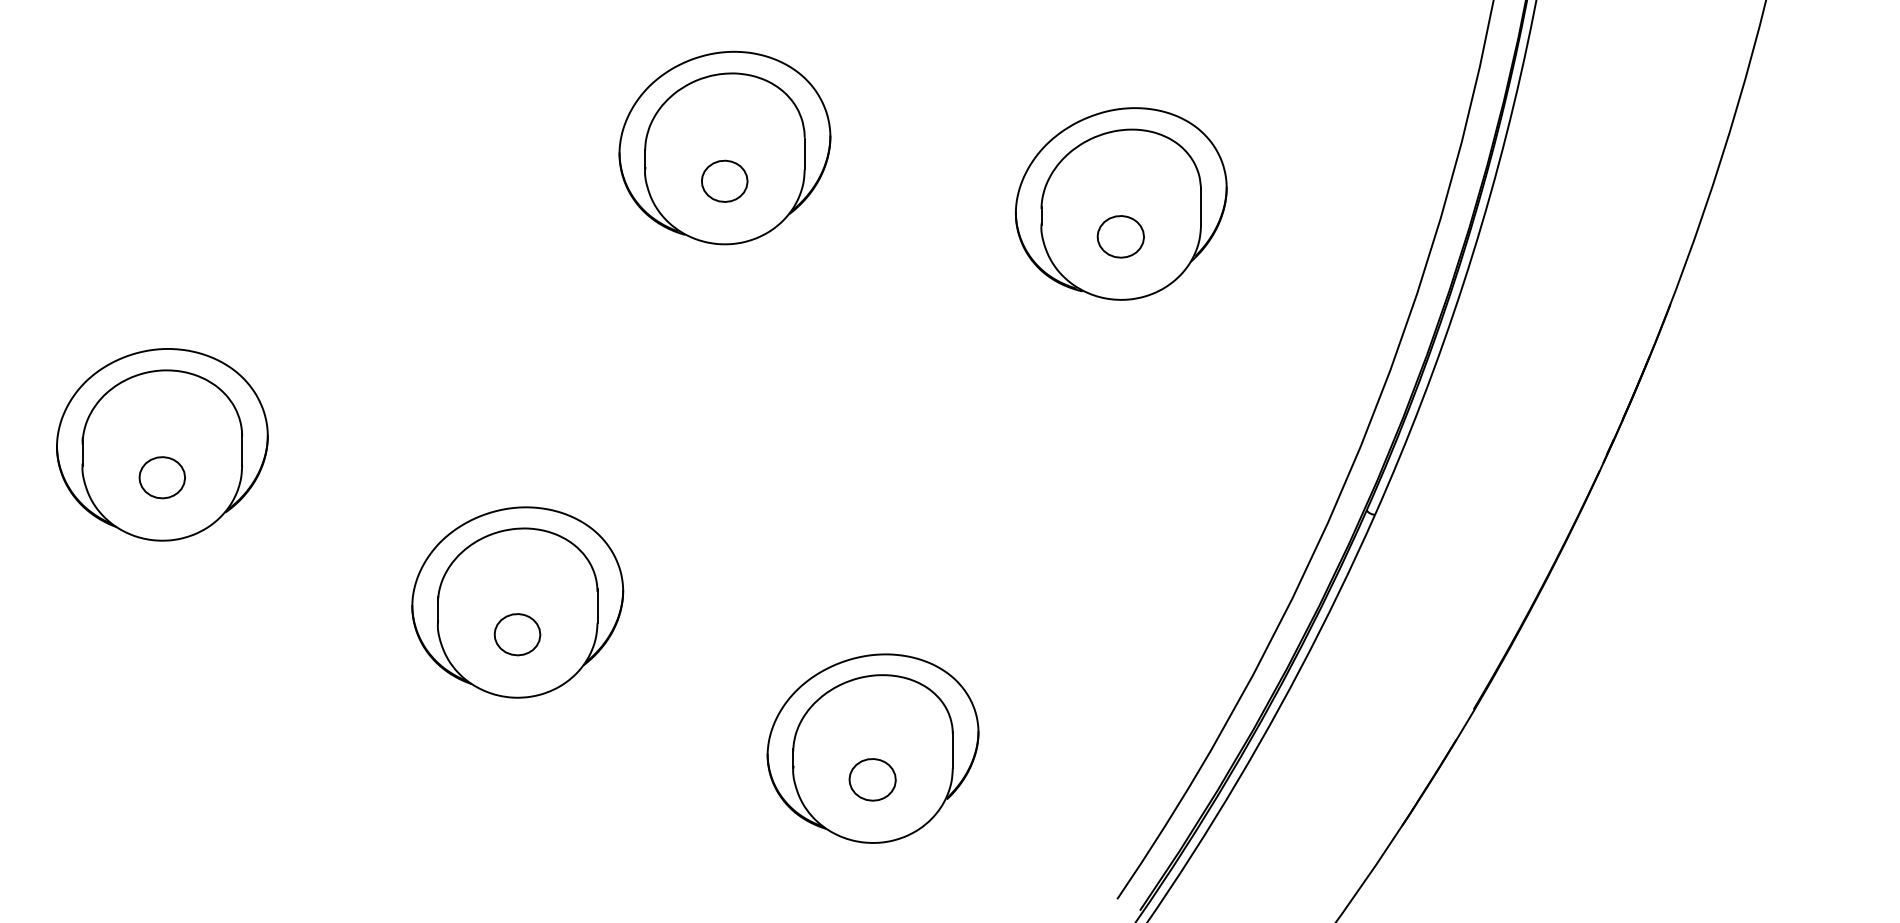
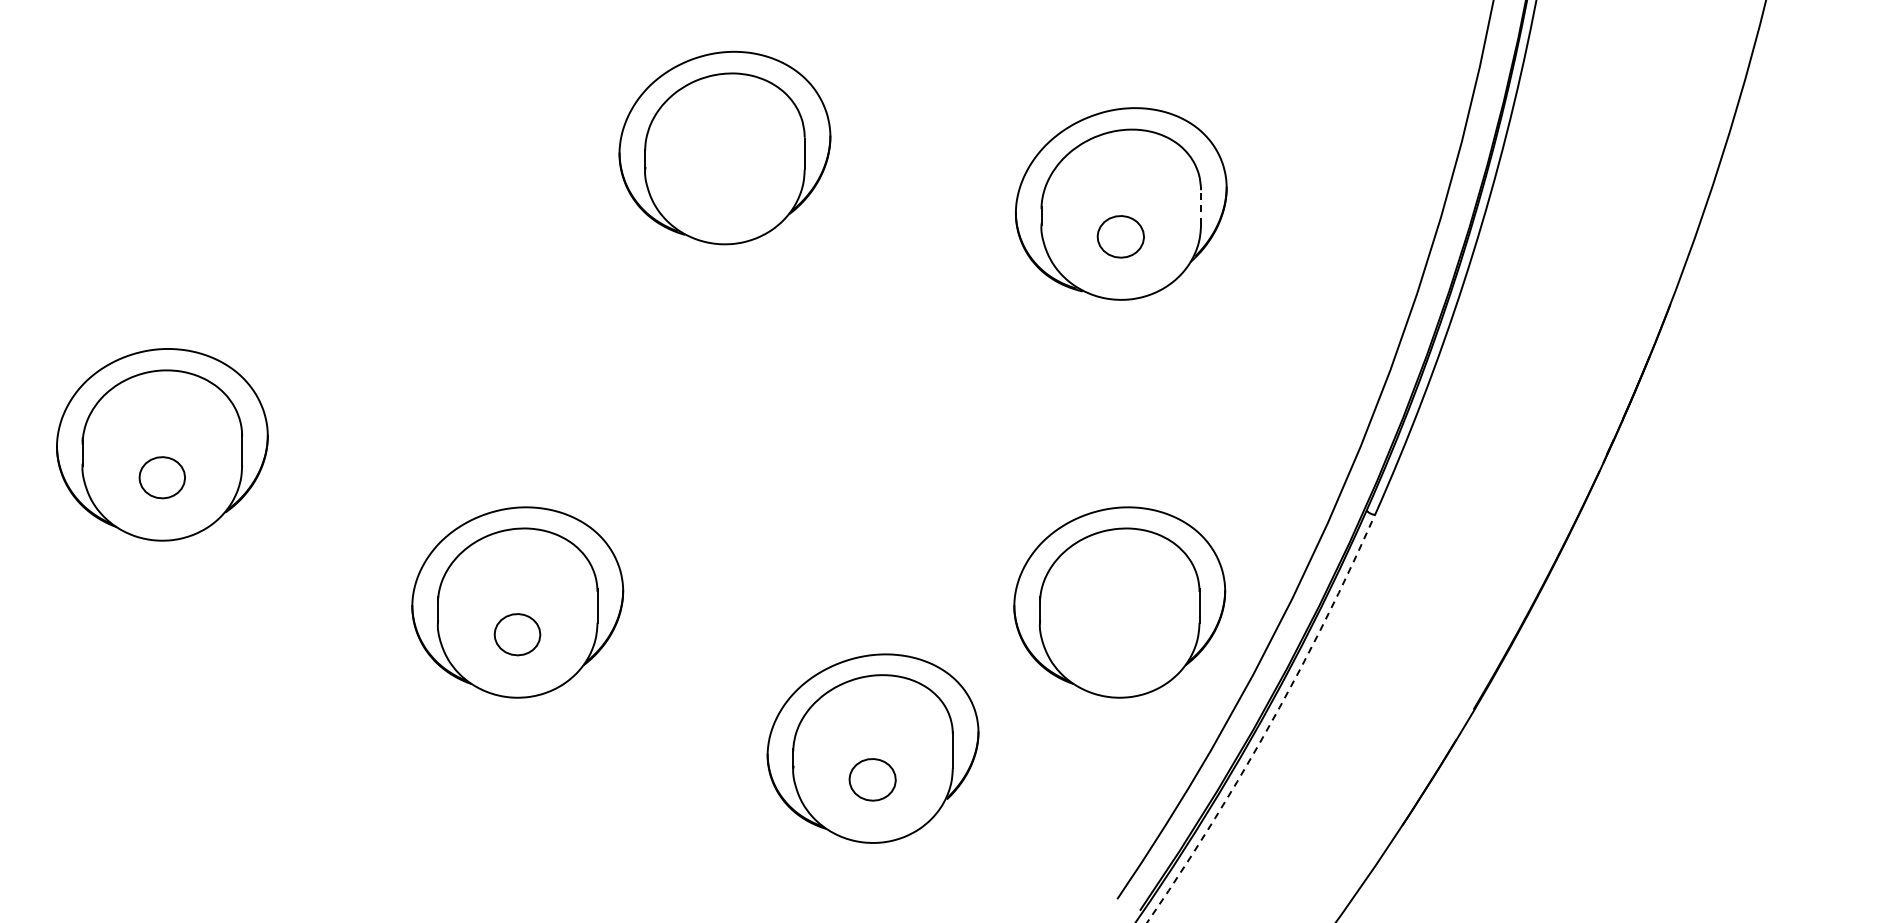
part at (724, 180): present -> none
line at (1201, 206): solid -> dashed
part at (1119, 602): none -> present
arc at (1270, 723): solid -> dashed
